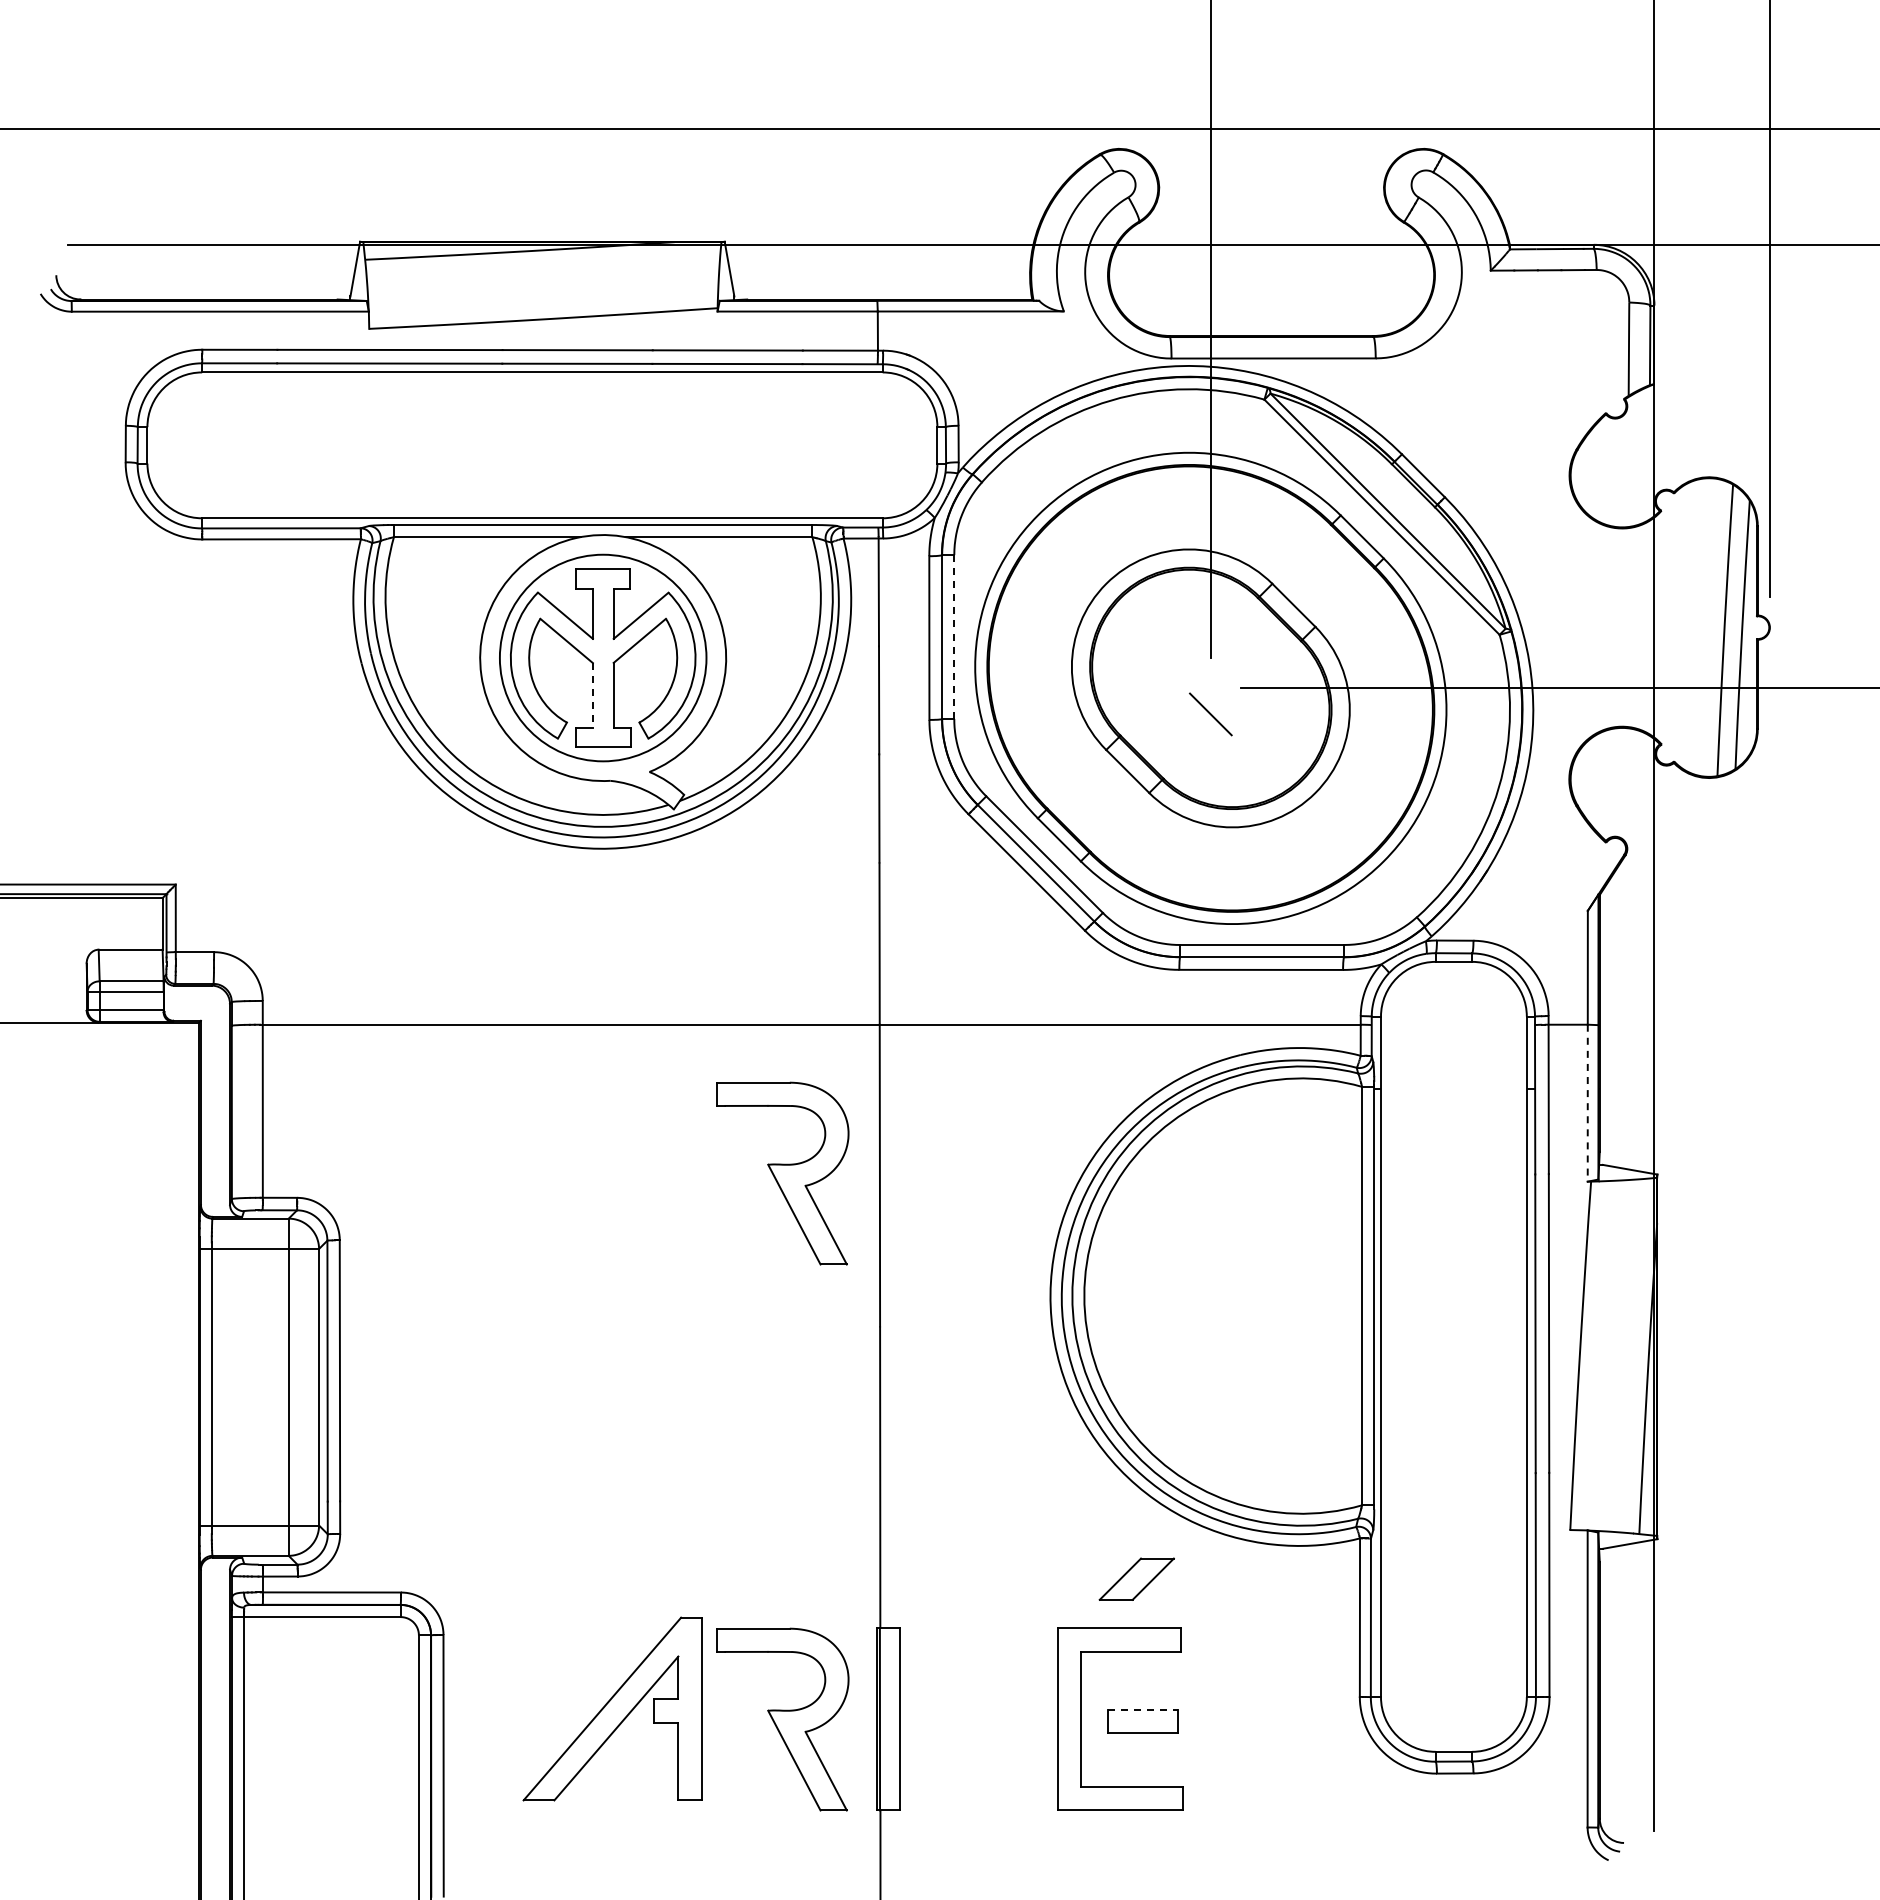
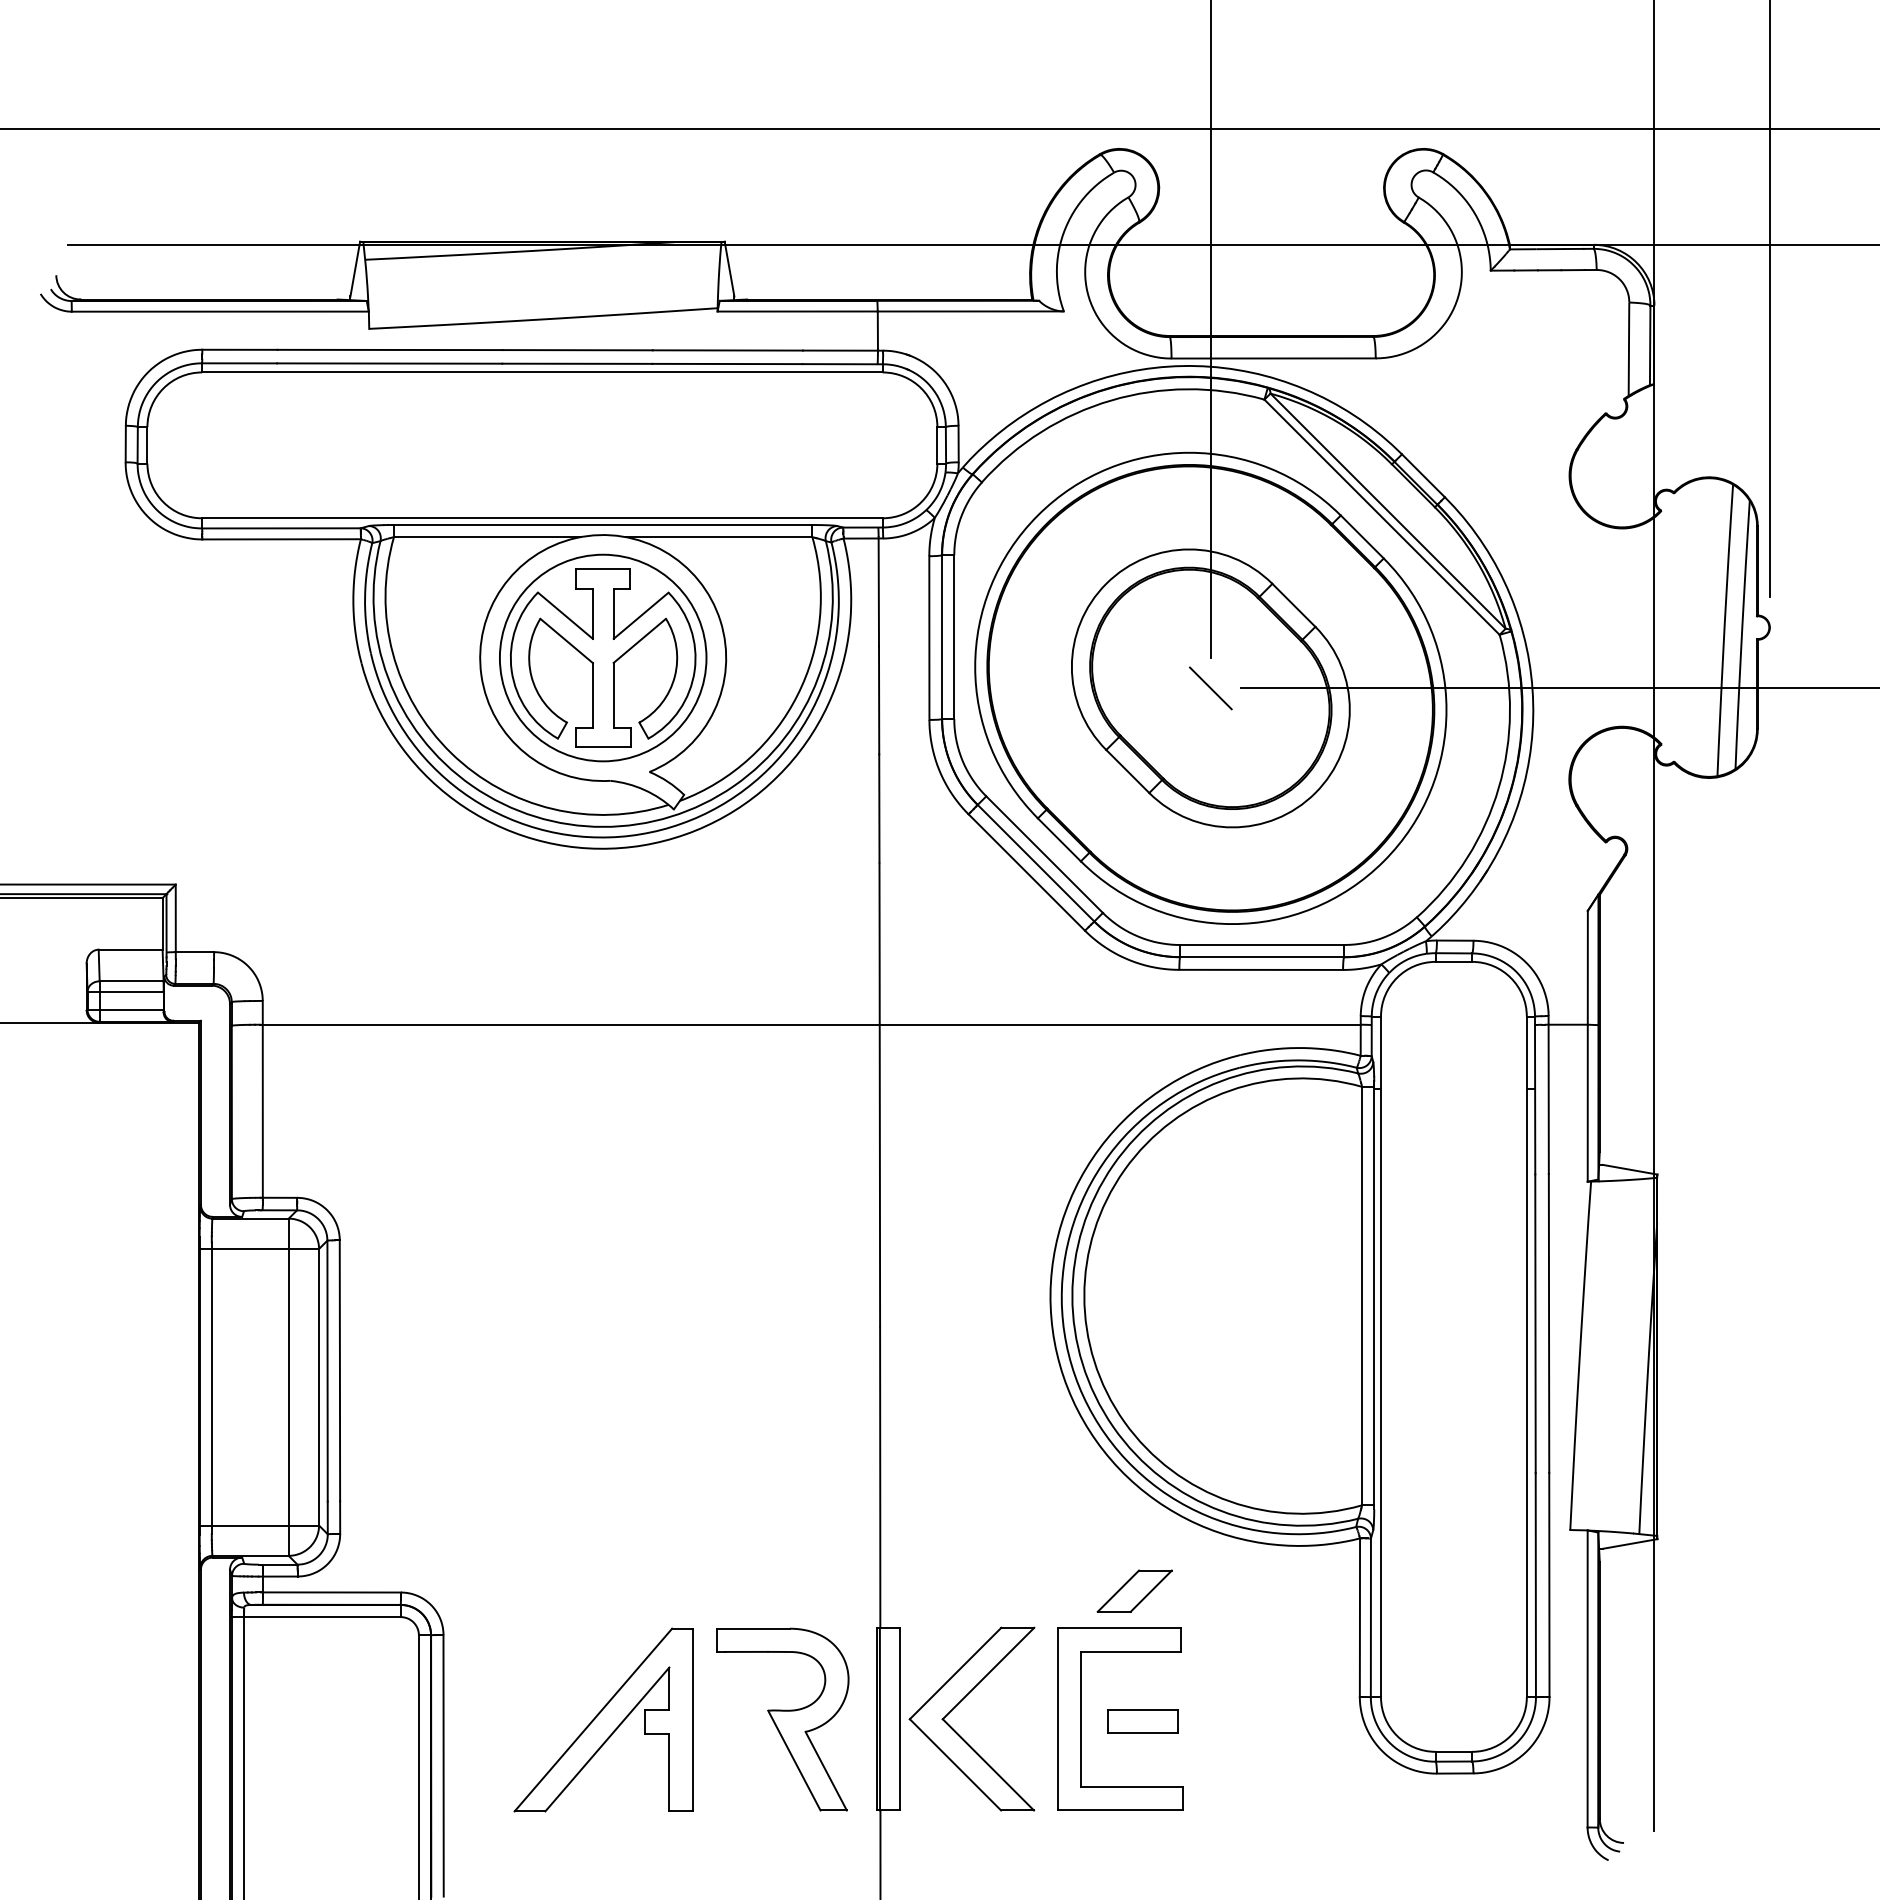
line at (954, 637): dashed -> solid
line at (592, 695): dashed -> solid
line at (1210, 714) position: (1210, 714) -> (1210, 688)
line at (1587, 1103): dashed -> solid
part at (782, 1173): present -> none
part at (1136, 1578) position: (1136, 1578) -> (1134, 1590)
part at (958, 1704): none -> present
part at (612, 1708) position: (612, 1708) -> (603, 1719)
line at (1143, 1709): dashed -> solid
